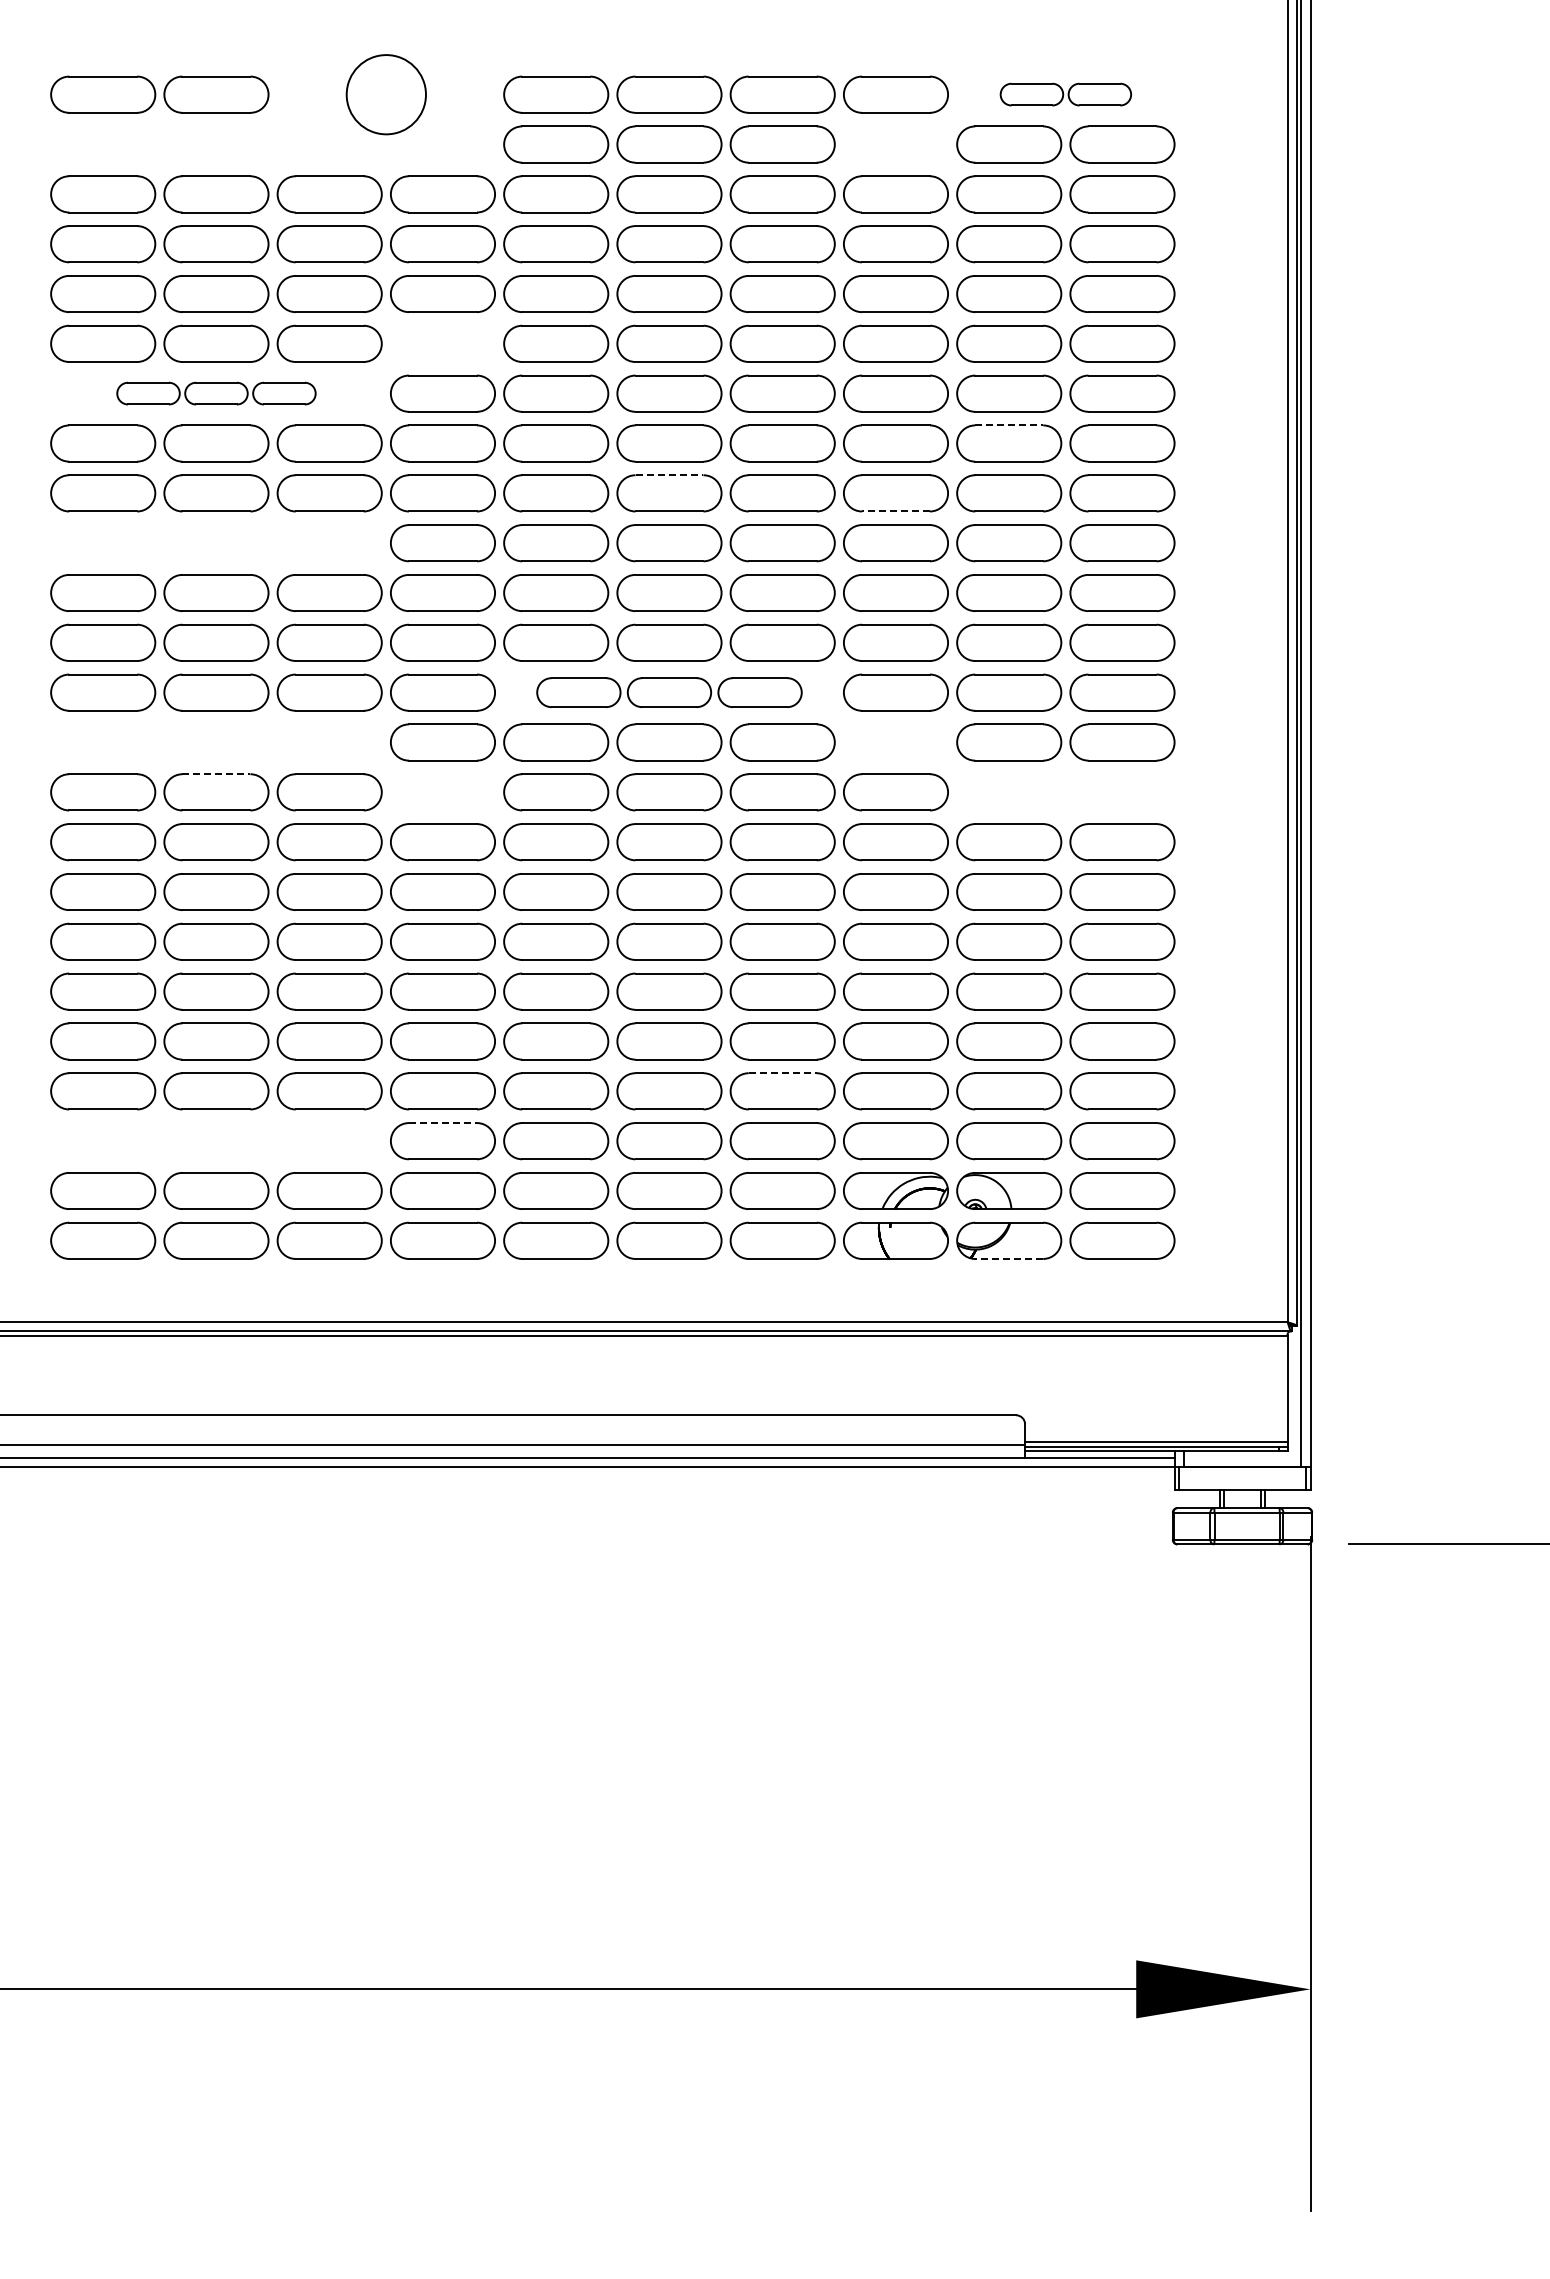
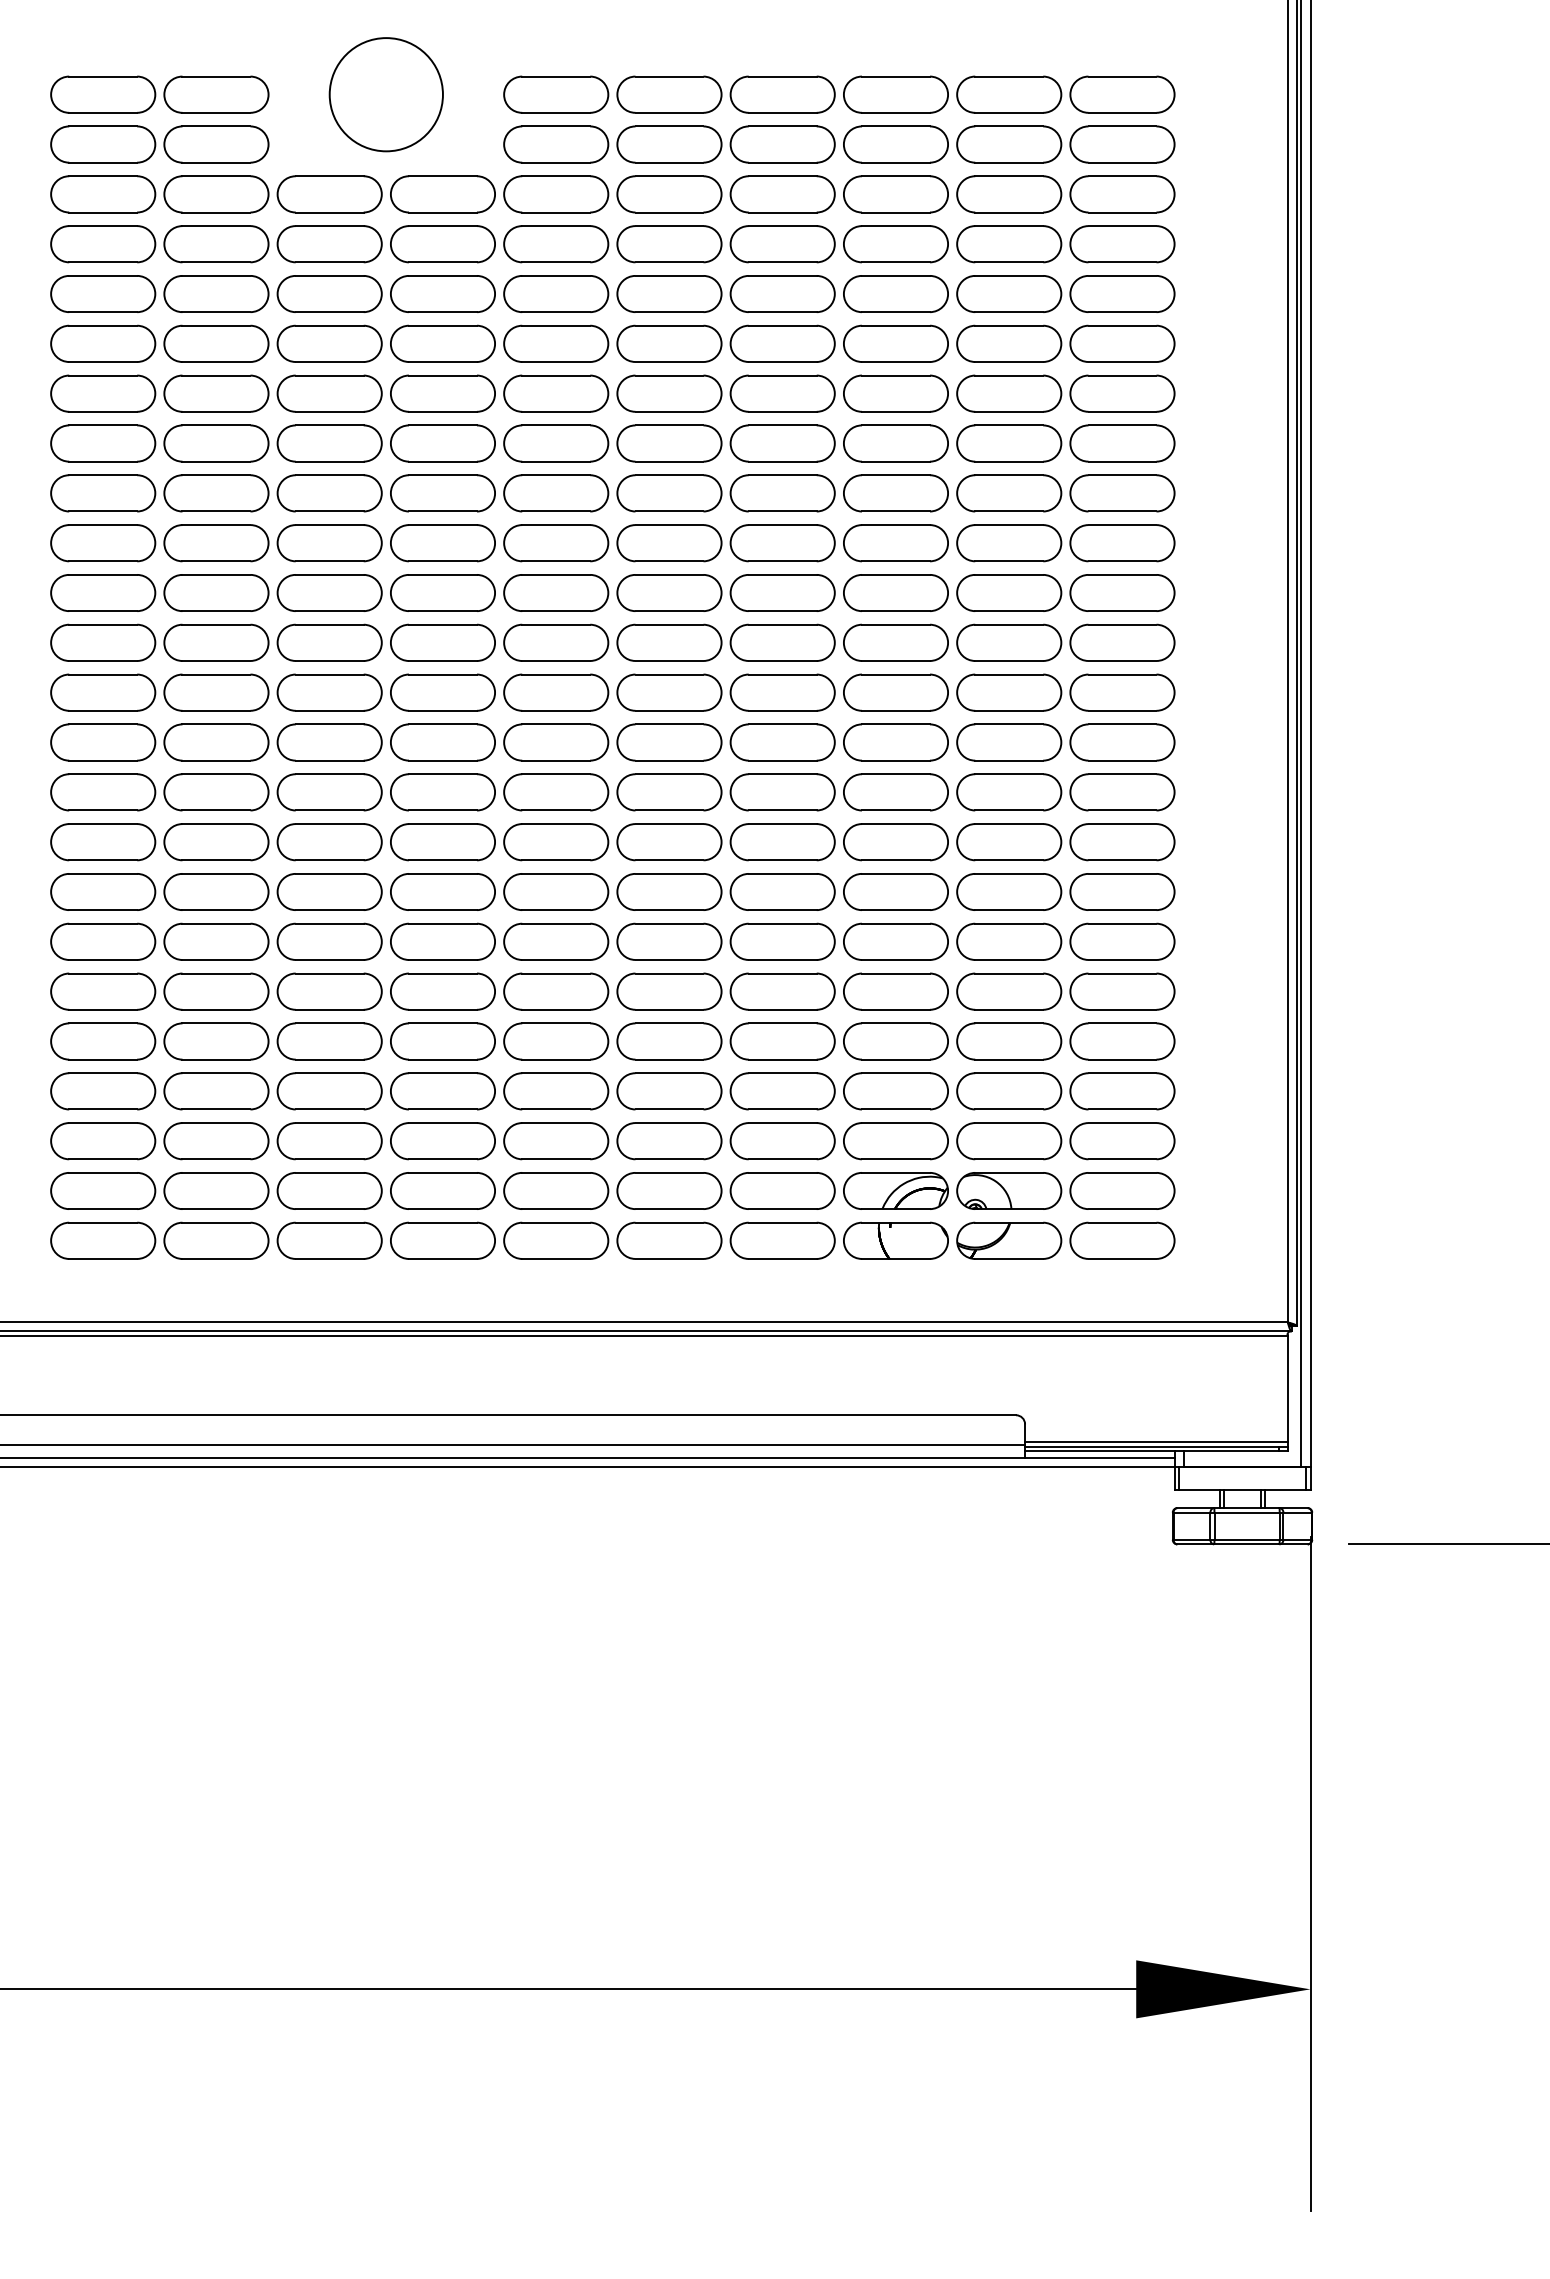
circle at (385, 94) diameter: 79 px -> 113 px
part at (1065, 94) size: 133x25 px -> 220x39 px
part at (159, 144): none -> present
part at (895, 144): none -> present
part at (442, 343): none -> present
part at (216, 393) size: 201x25 px -> 333x39 px
line at (1009, 425): dashed -> solid
line at (669, 475): dashed -> solid
line at (895, 511): dashed -> solid
part at (216, 543): none -> present
part at (669, 692) size: 267x31 px -> 333x39 px
part at (216, 742): none -> present
part at (895, 742): none -> present
line at (216, 774): dashed -> solid
part at (442, 792): none -> present
part at (1065, 792): none -> present
line at (782, 1073): dashed -> solid
line at (442, 1123): dashed -> solid
part at (216, 1141): none -> present
line at (1009, 1258): dashed -> solid
